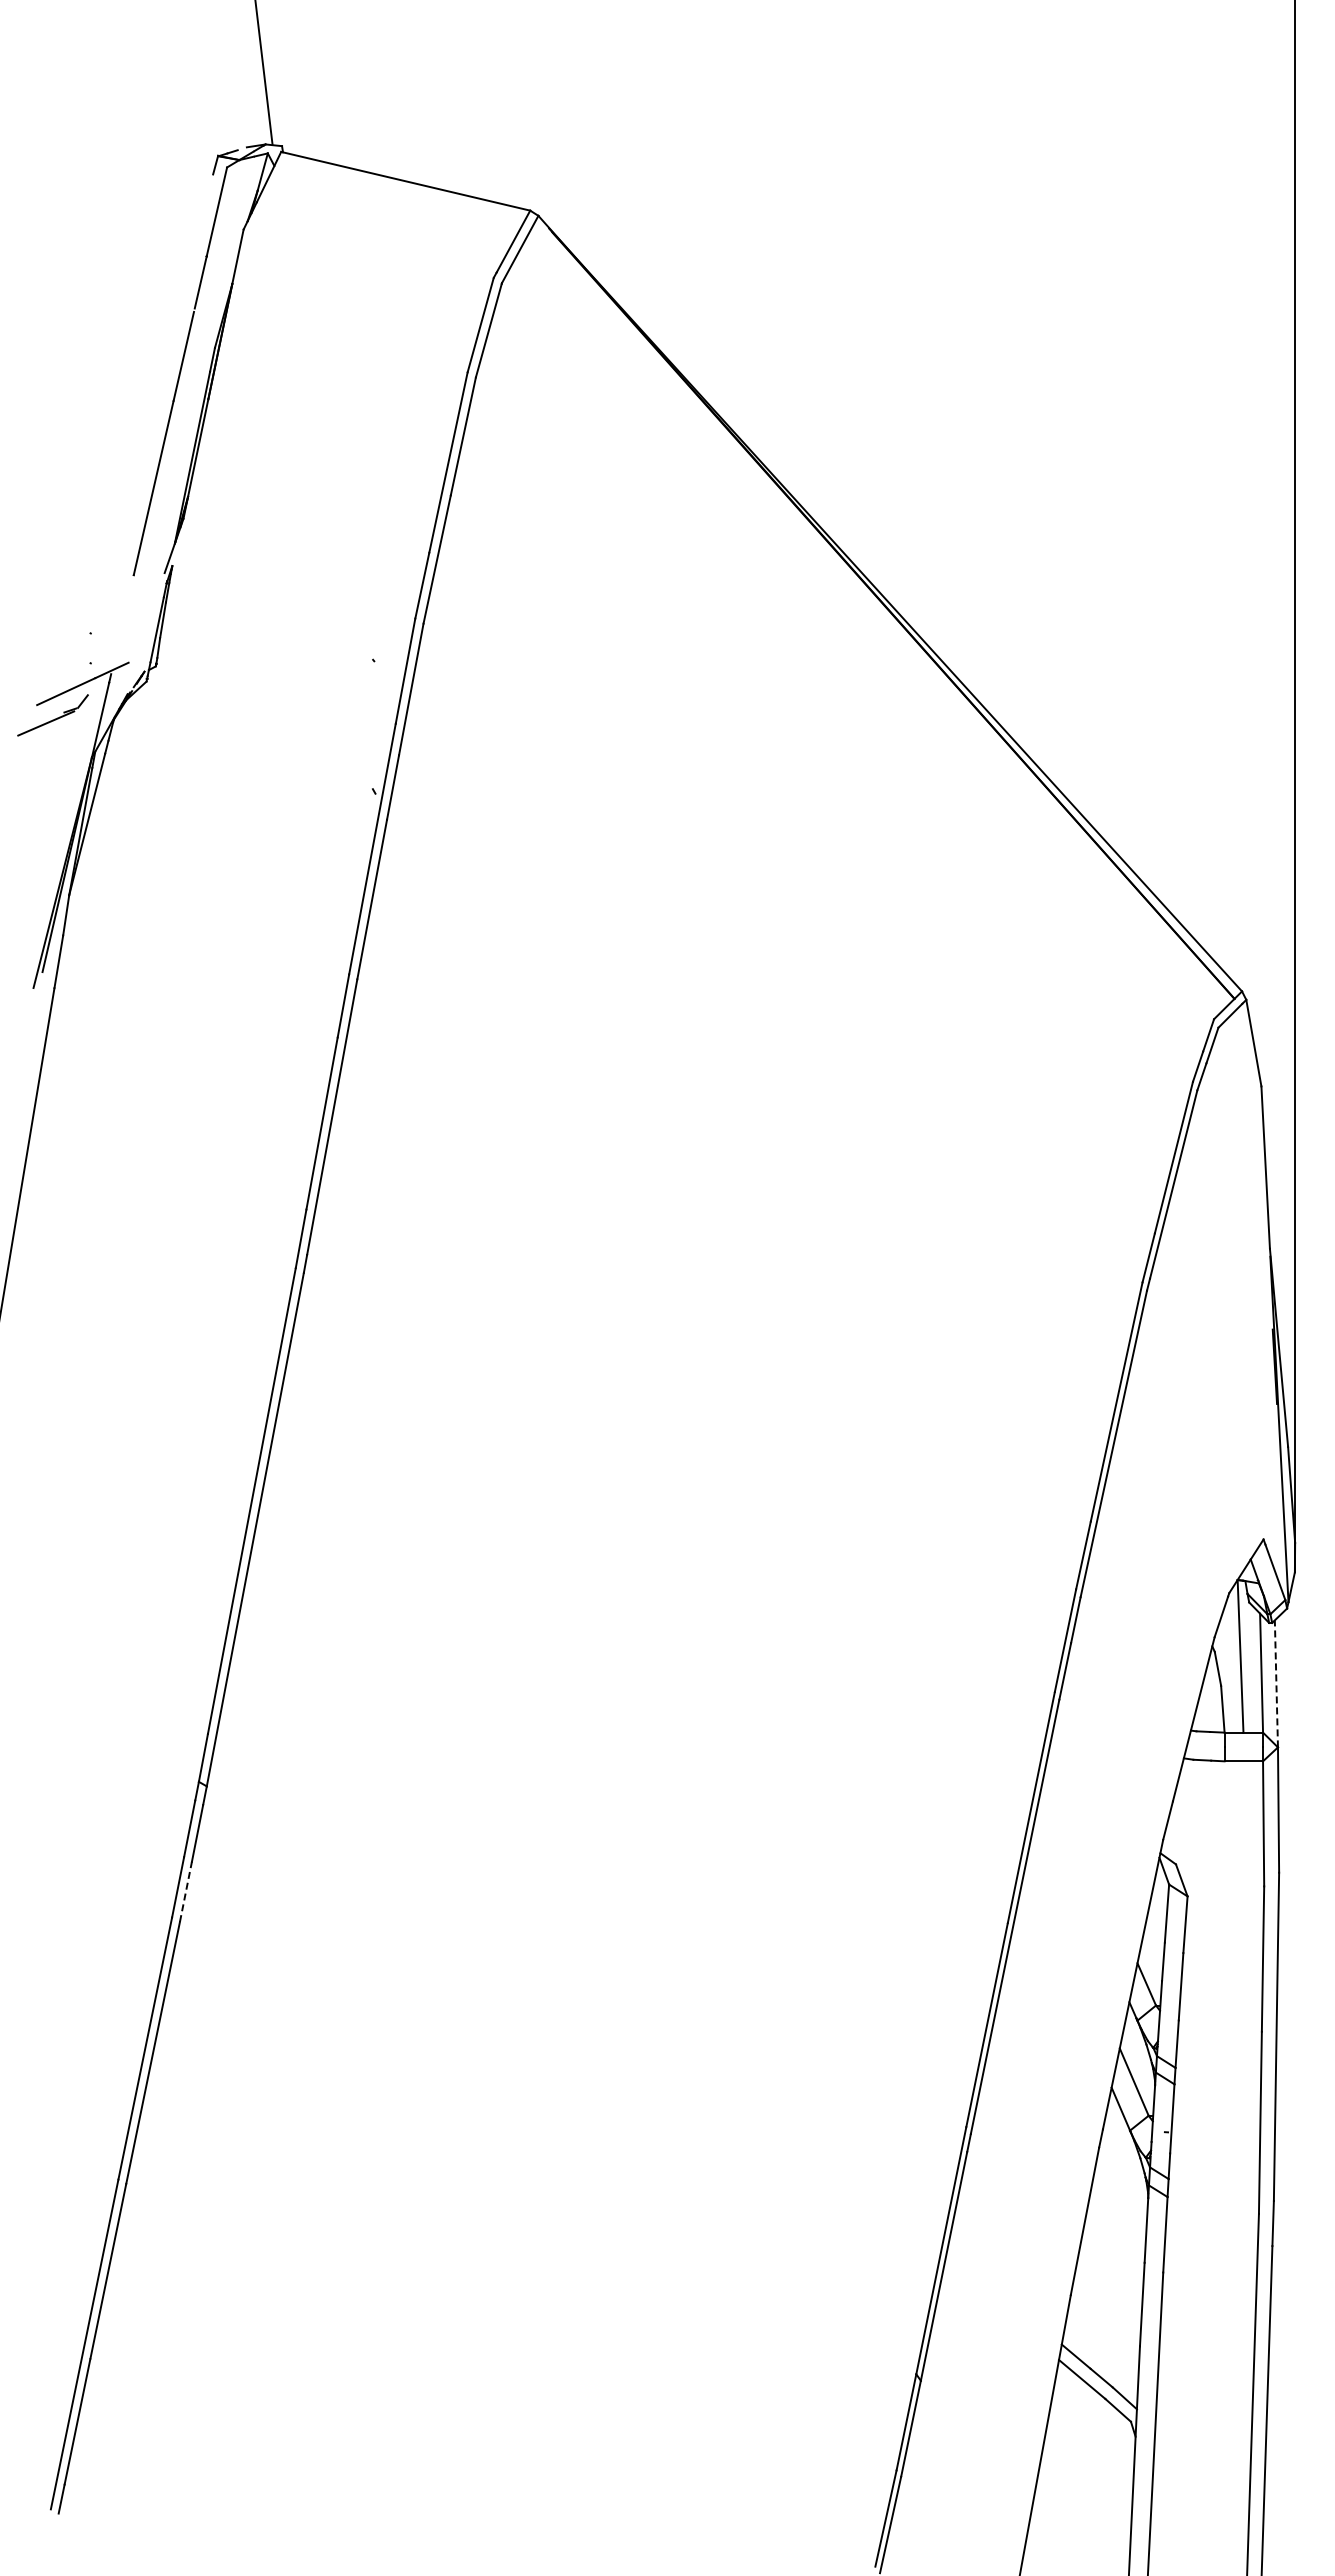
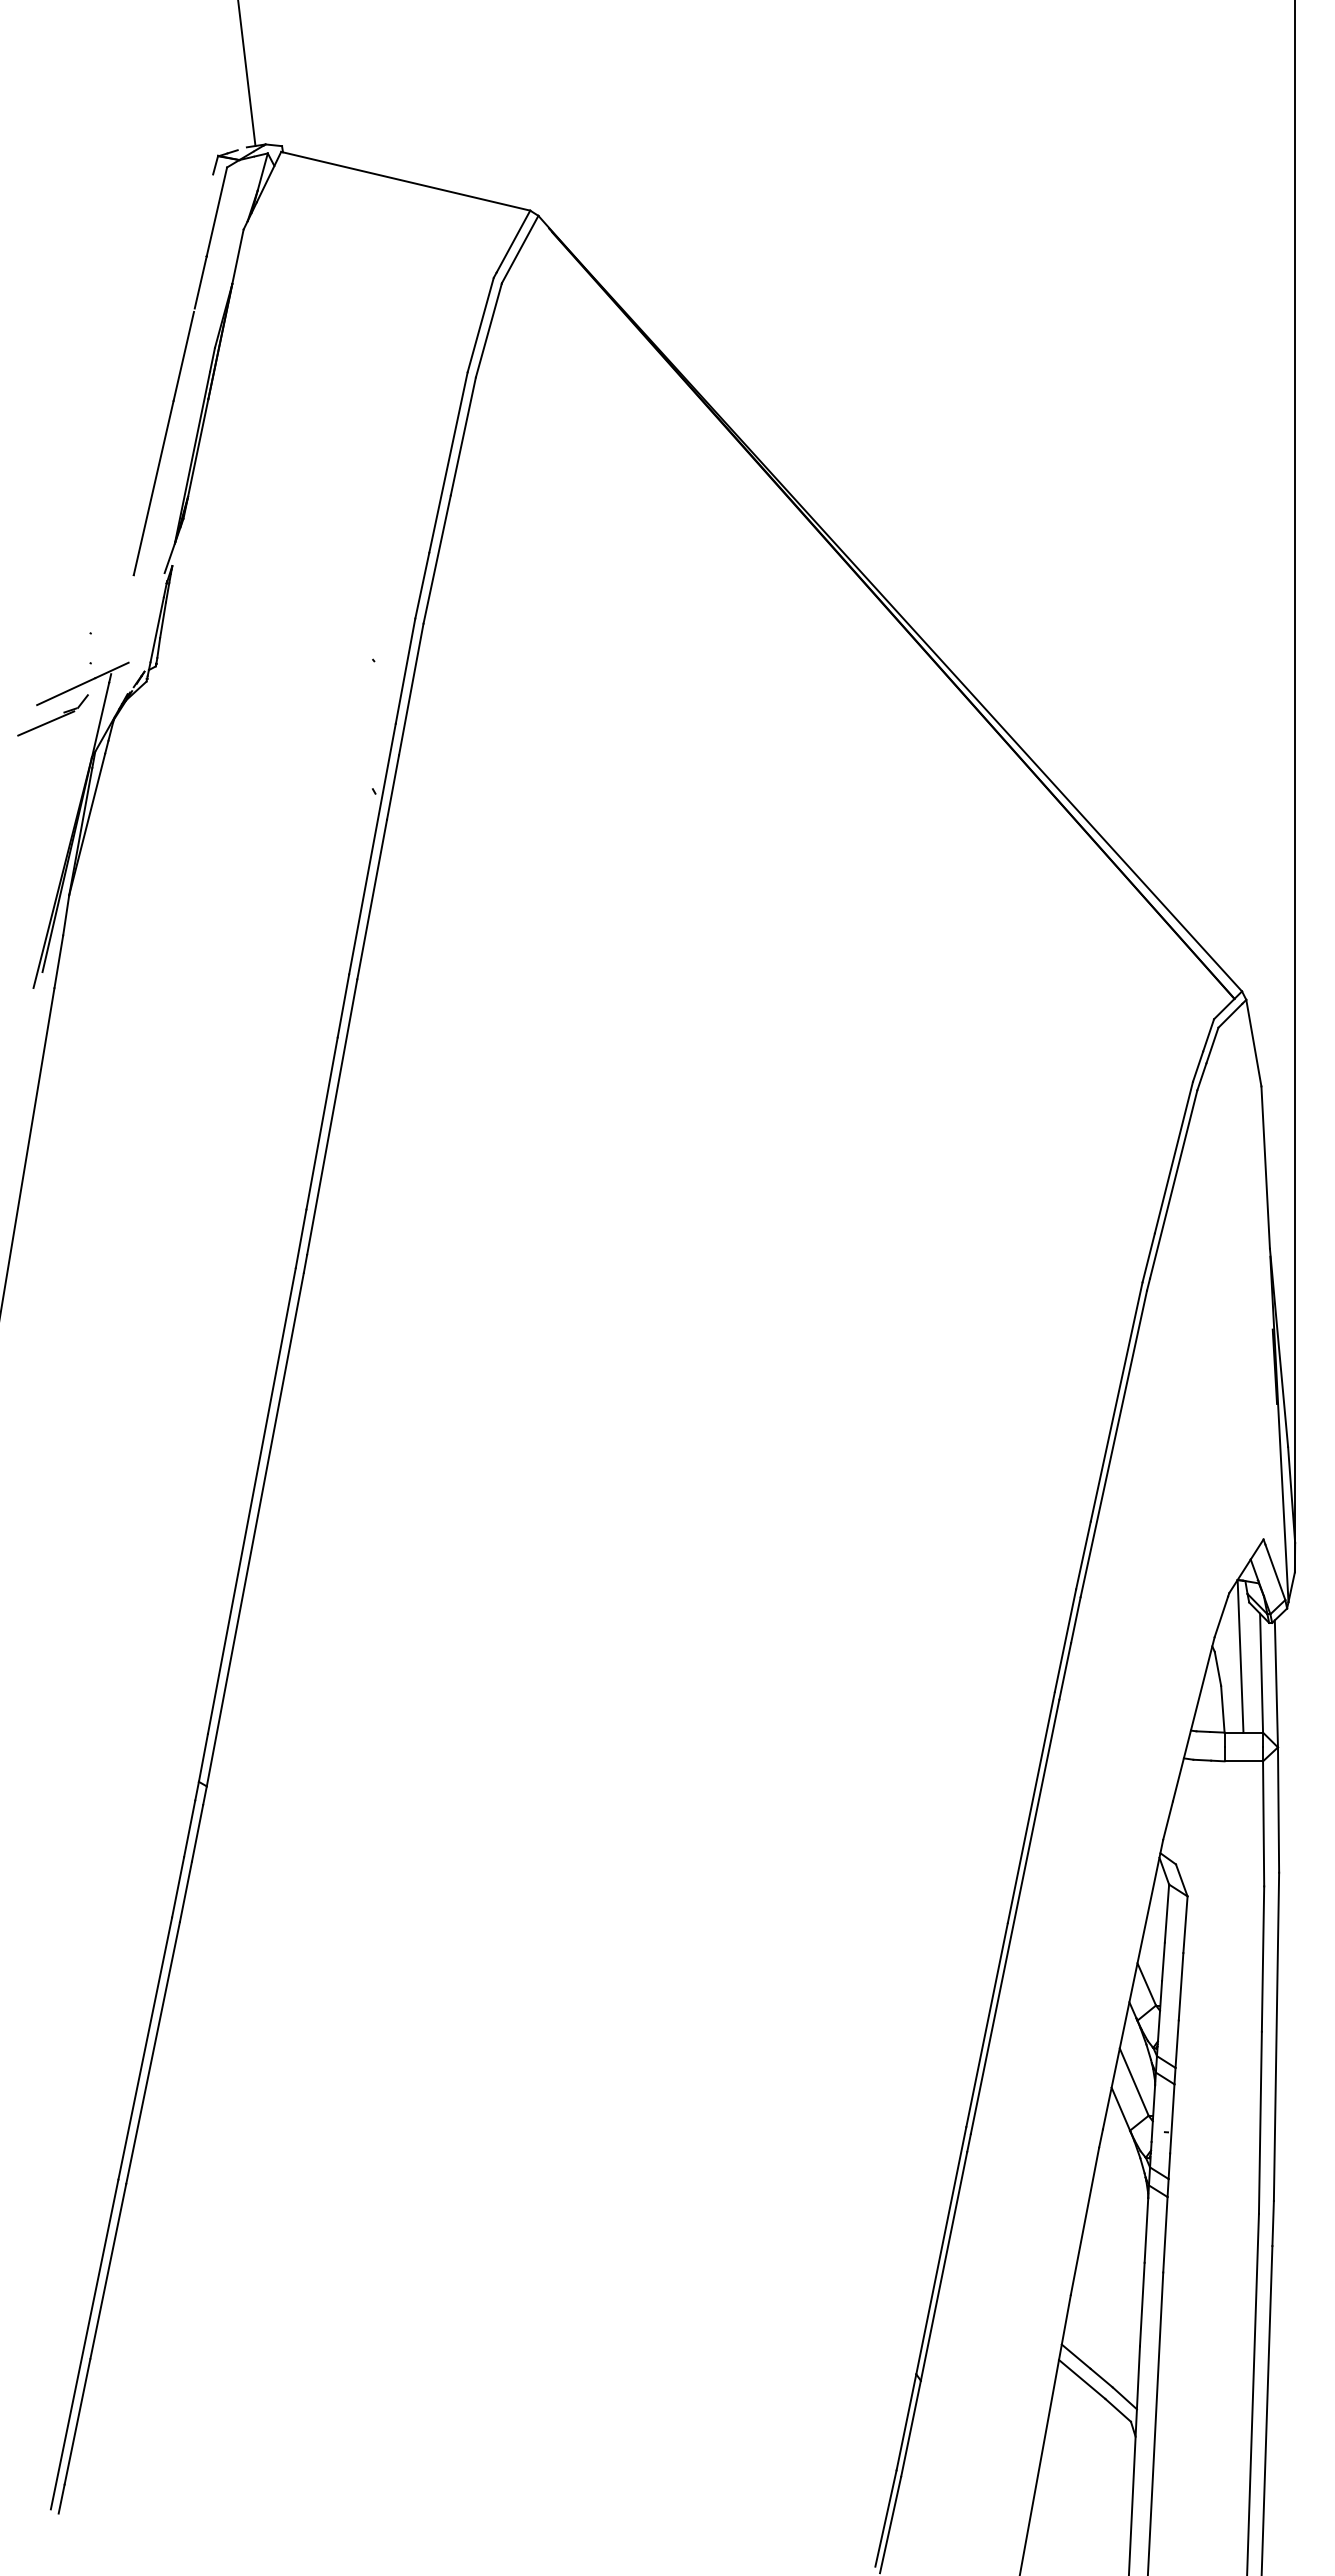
line at (263, 73) position: (263, 73) -> (246, 74)
line at (1276, 1683): dashed -> solid
line at (185, 1891): dashed -> solid
